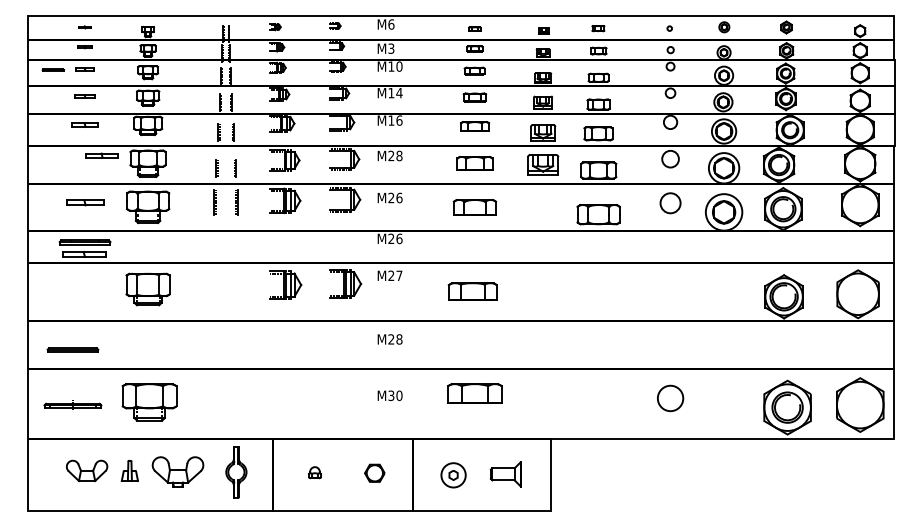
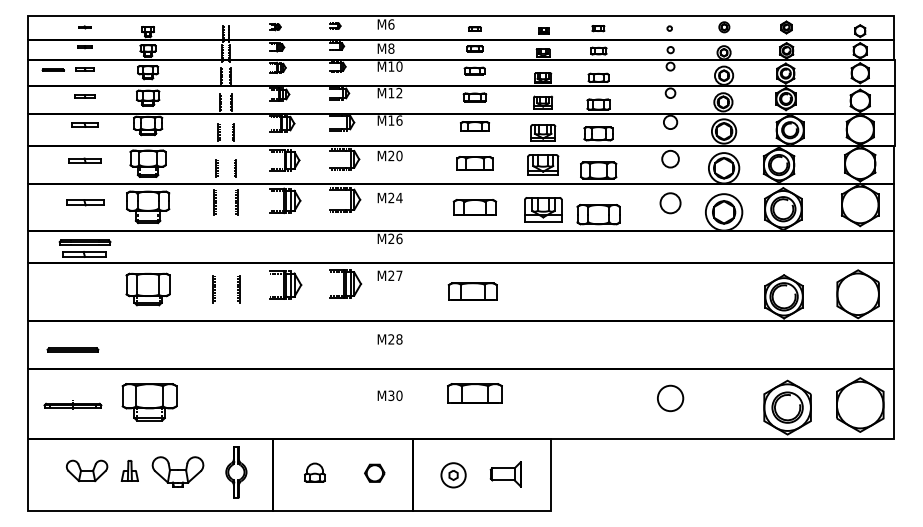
text at (391, 48): M3 -> M8
text at (399, 92): M14 -> M12
part at (101, 155) position: (101, 155) -> (84, 160)
text at (399, 155): M28 -> M20
text at (399, 197): M26 -> M24
part at (543, 209): none -> present
part at (215, 289): none -> present
part at (314, 472) size: 14x14 px -> 22x21 px
